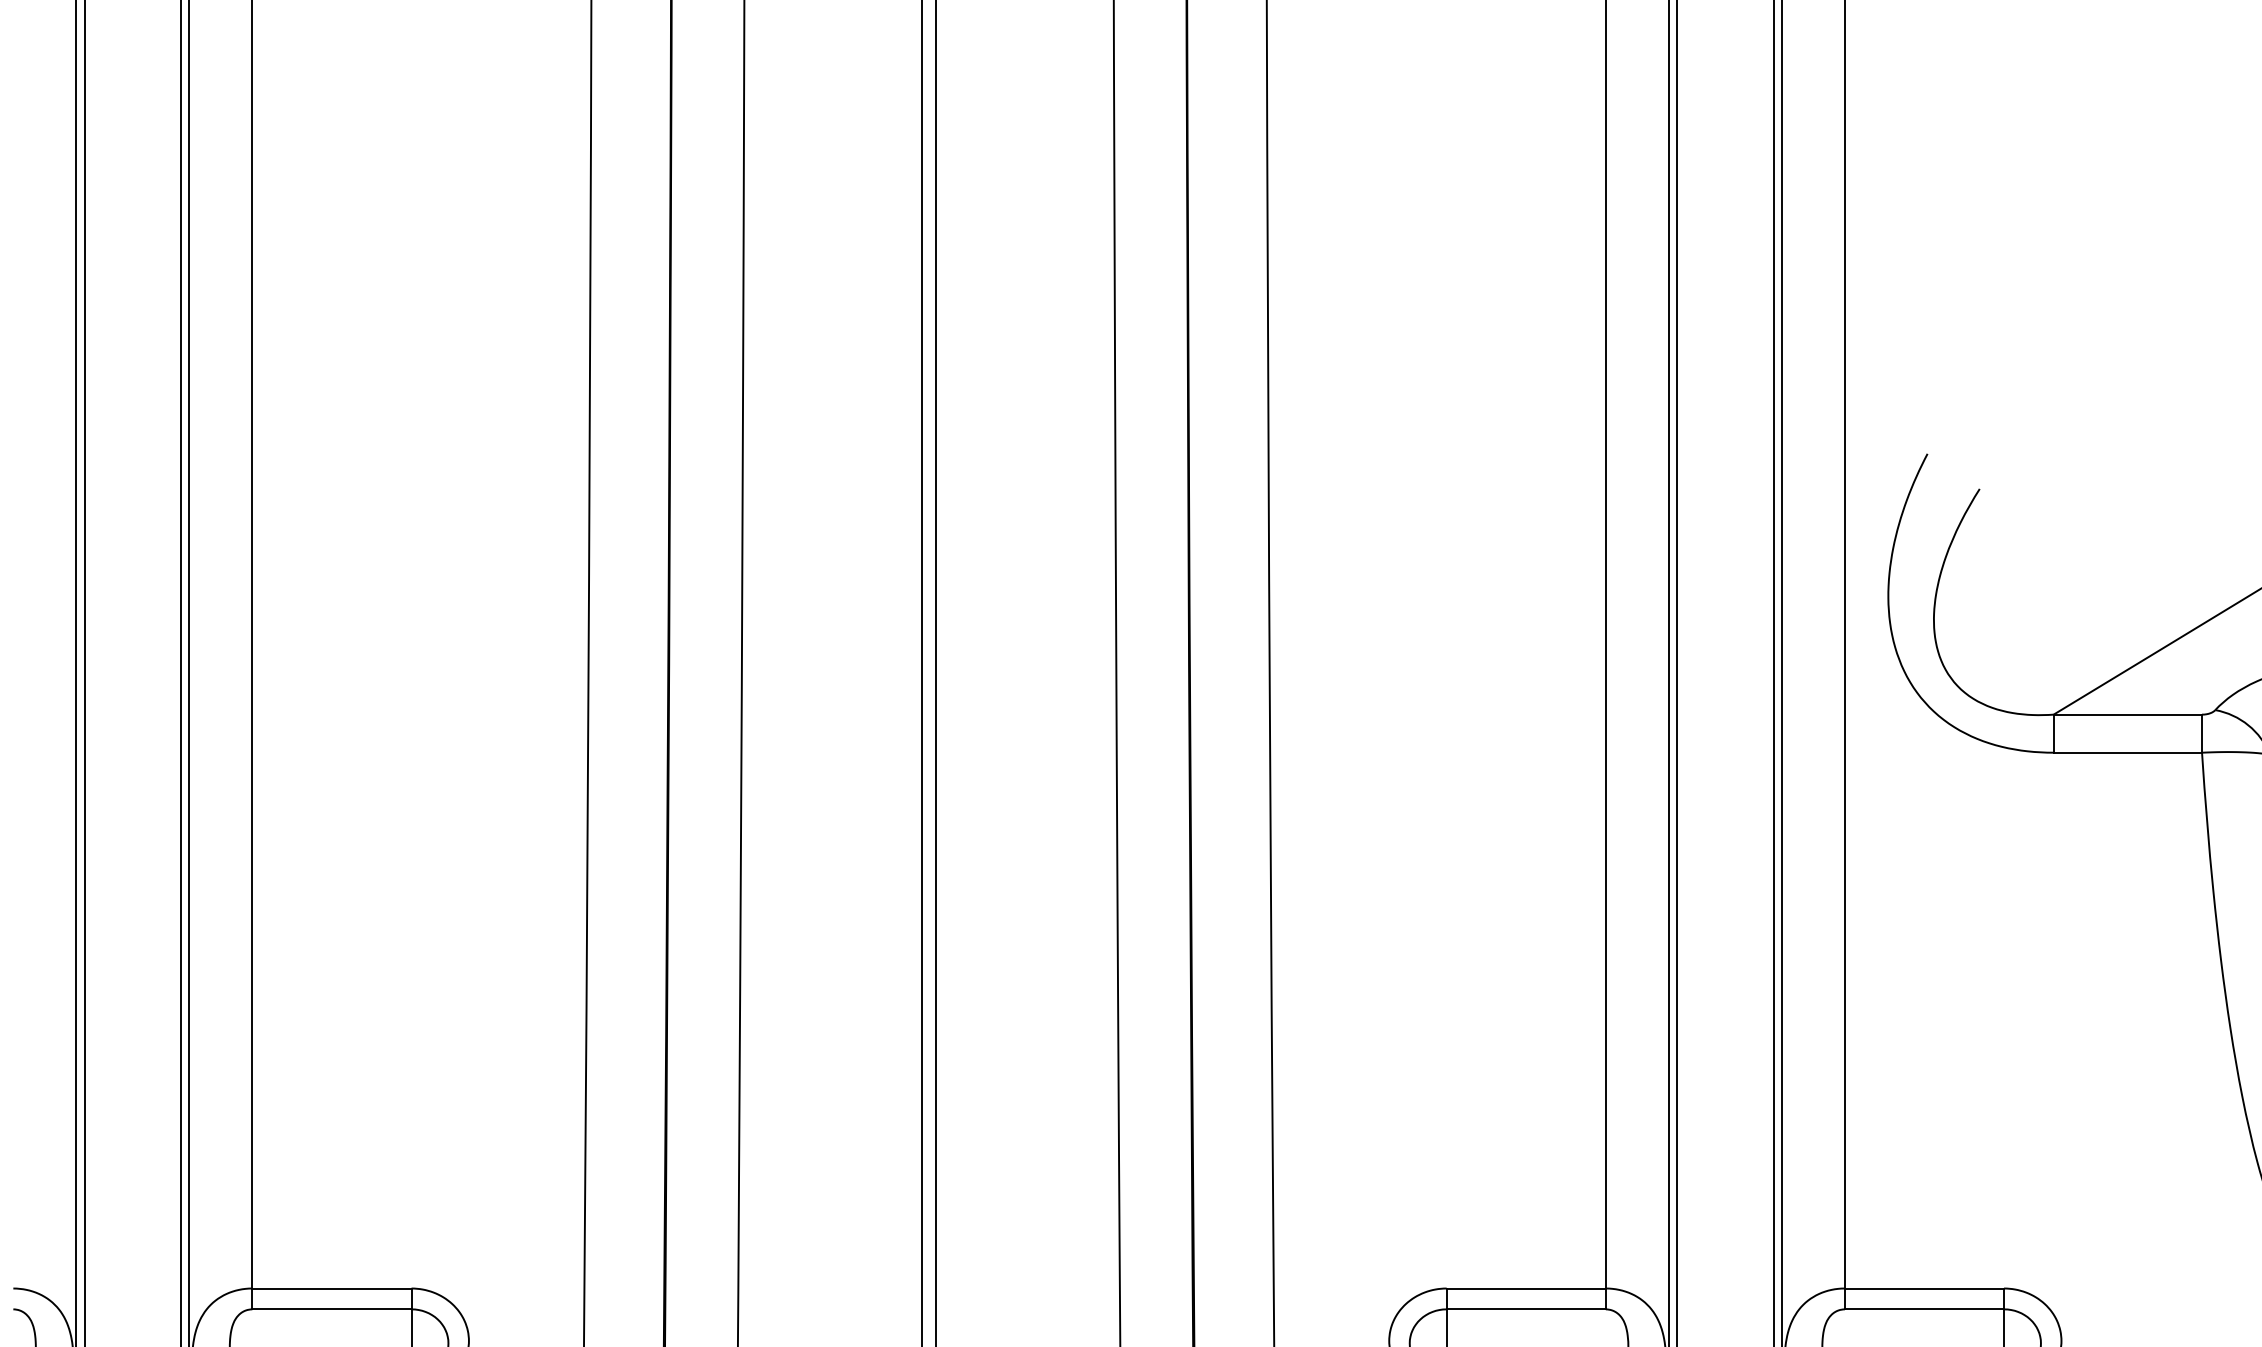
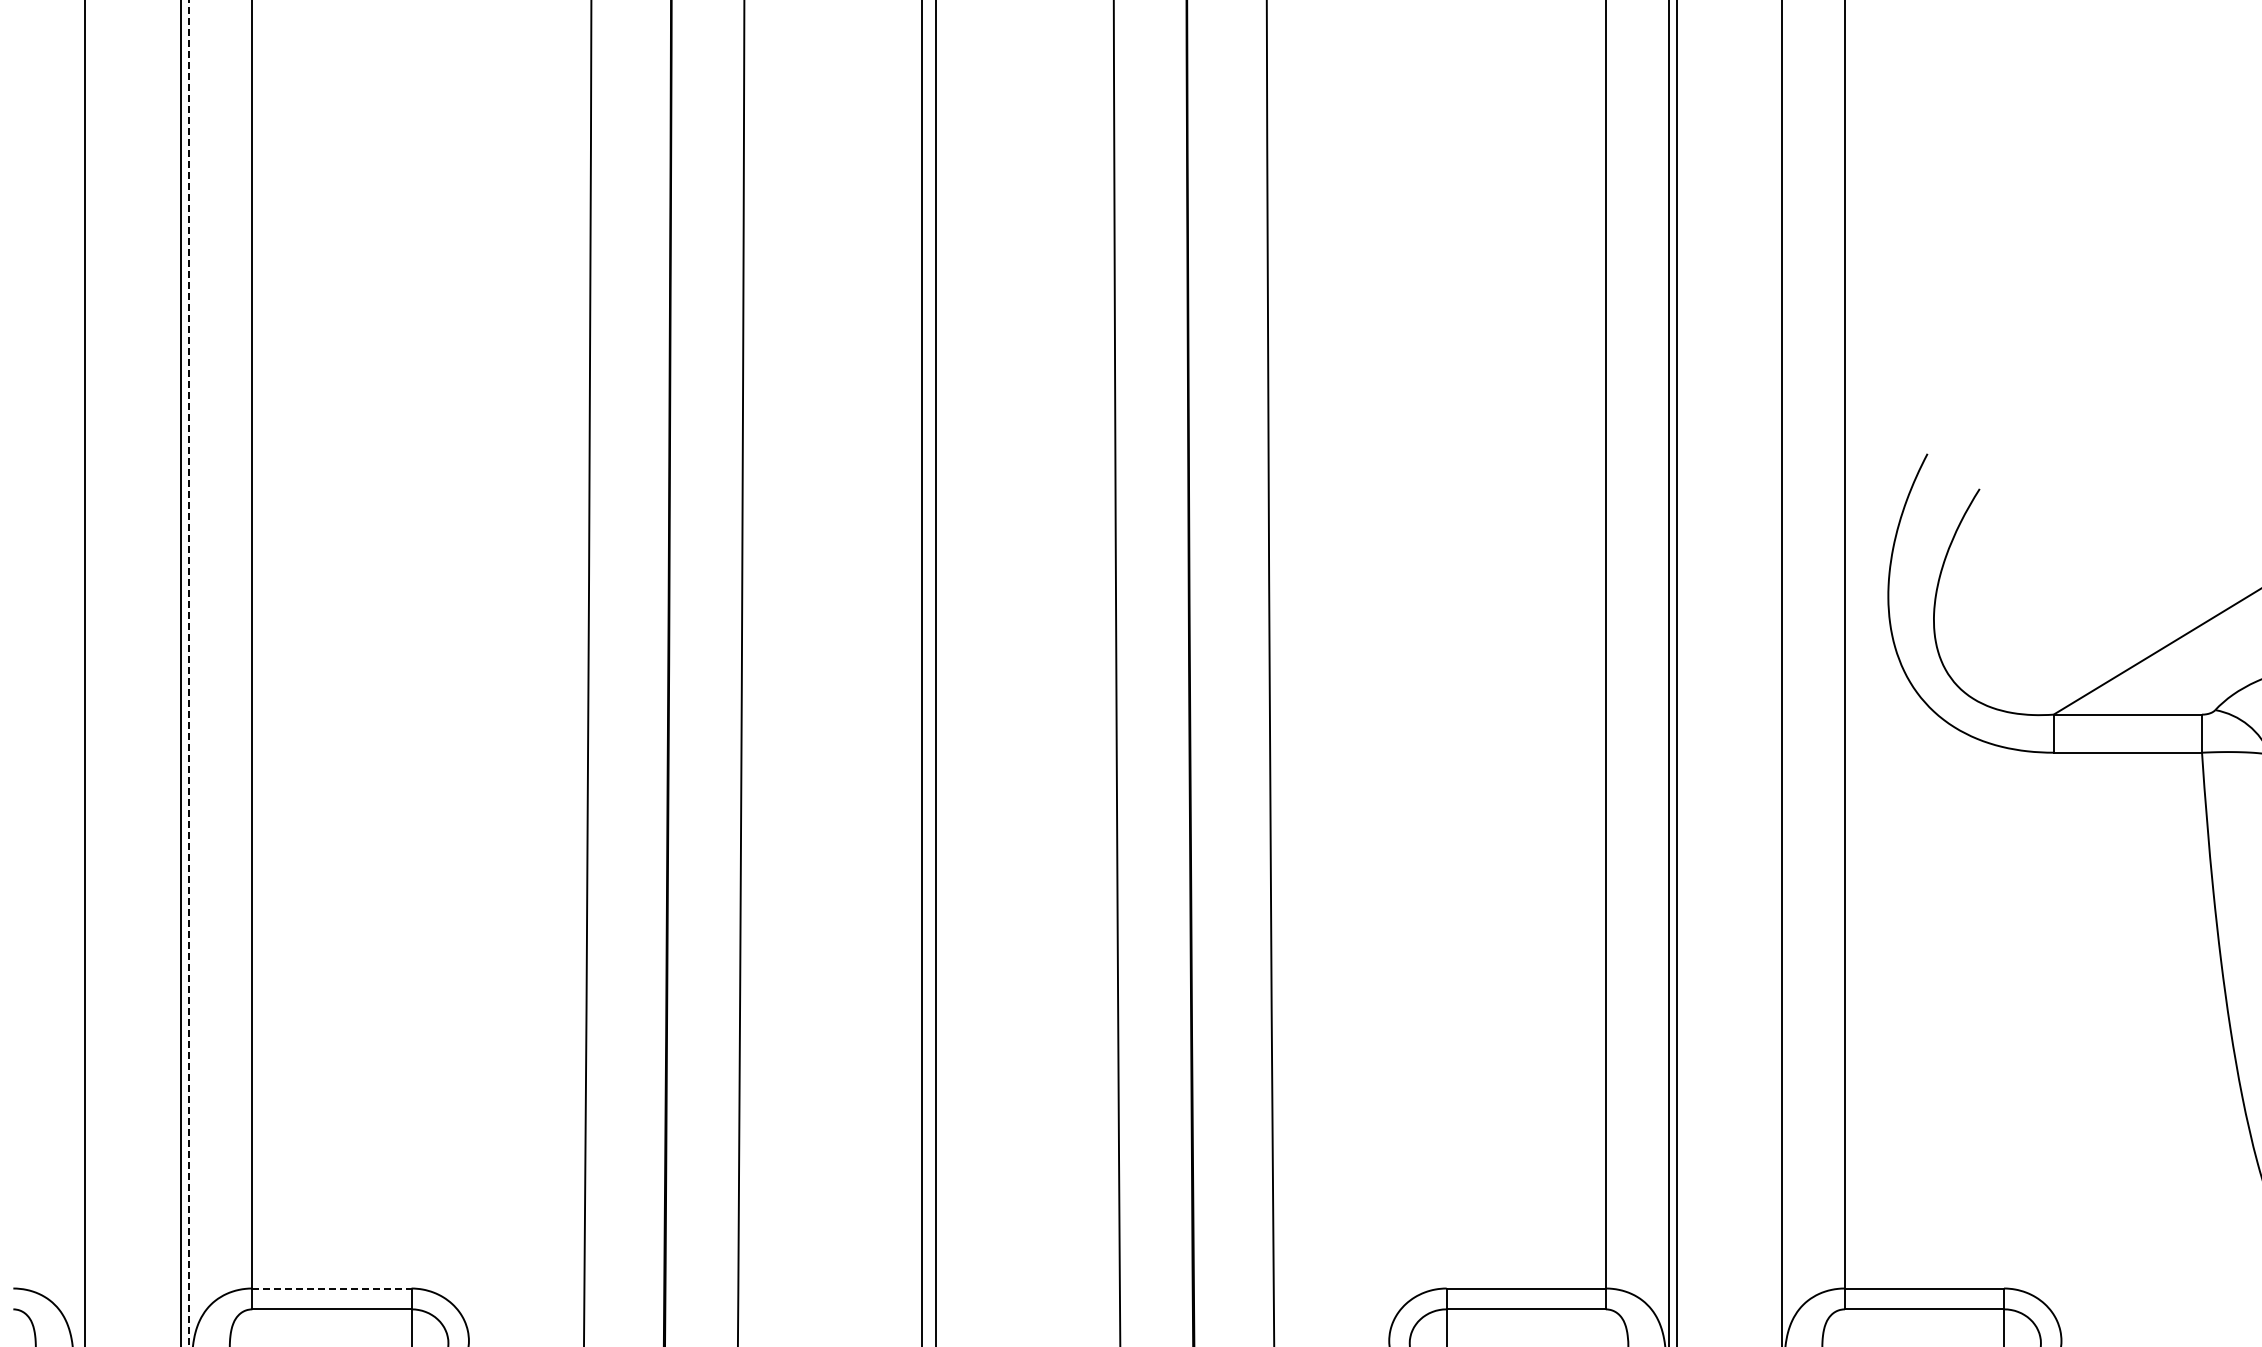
line at (76, 672): present -> none
line at (189, 672): solid -> dashed
line at (1773, 672): present -> none
line at (331, 1288): solid -> dashed
